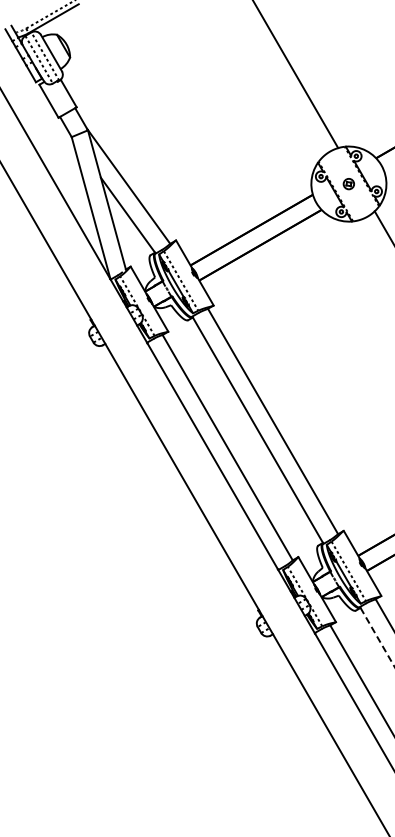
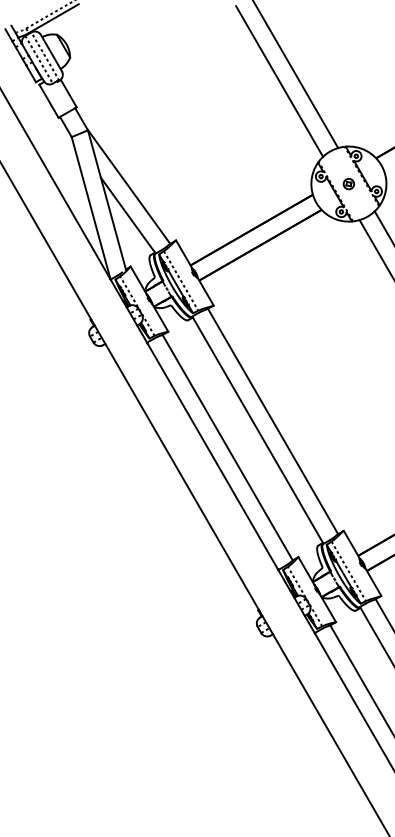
line at (279, 81): none -> present
line at (375, 247): none -> present
line at (377, 638): dashed -> solid
